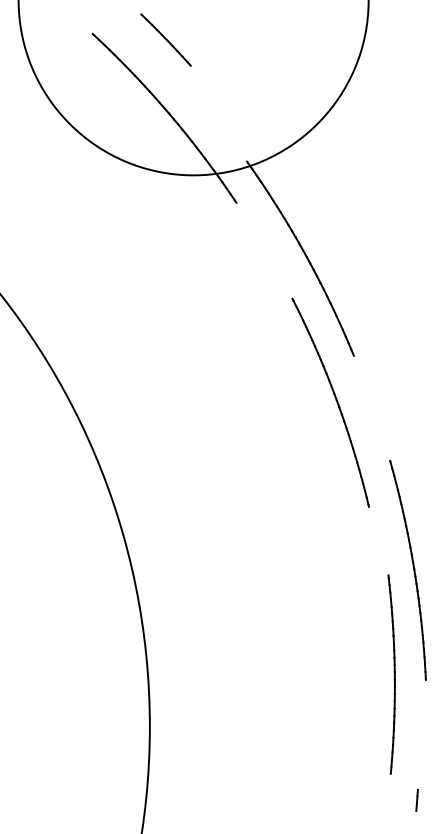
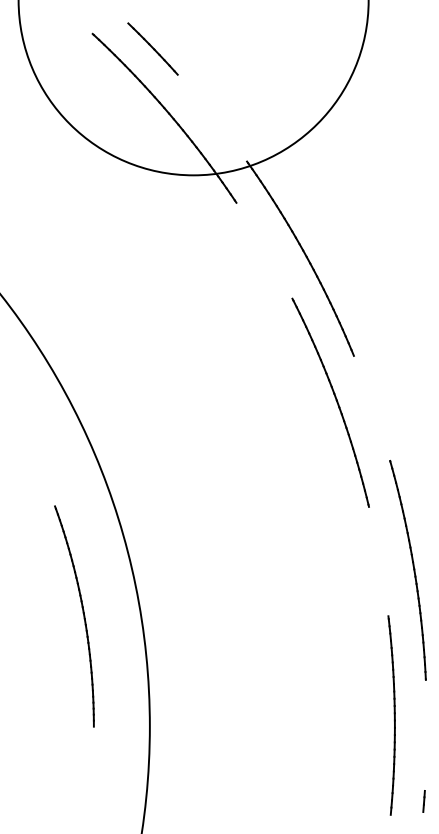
line at (165, 39) position: (165, 39) -> (152, 48)
part at (82, 613): none -> present
part at (391, 674) position: (391, 674) -> (391, 715)
line at (416, 800) position: (416, 800) -> (423, 801)
